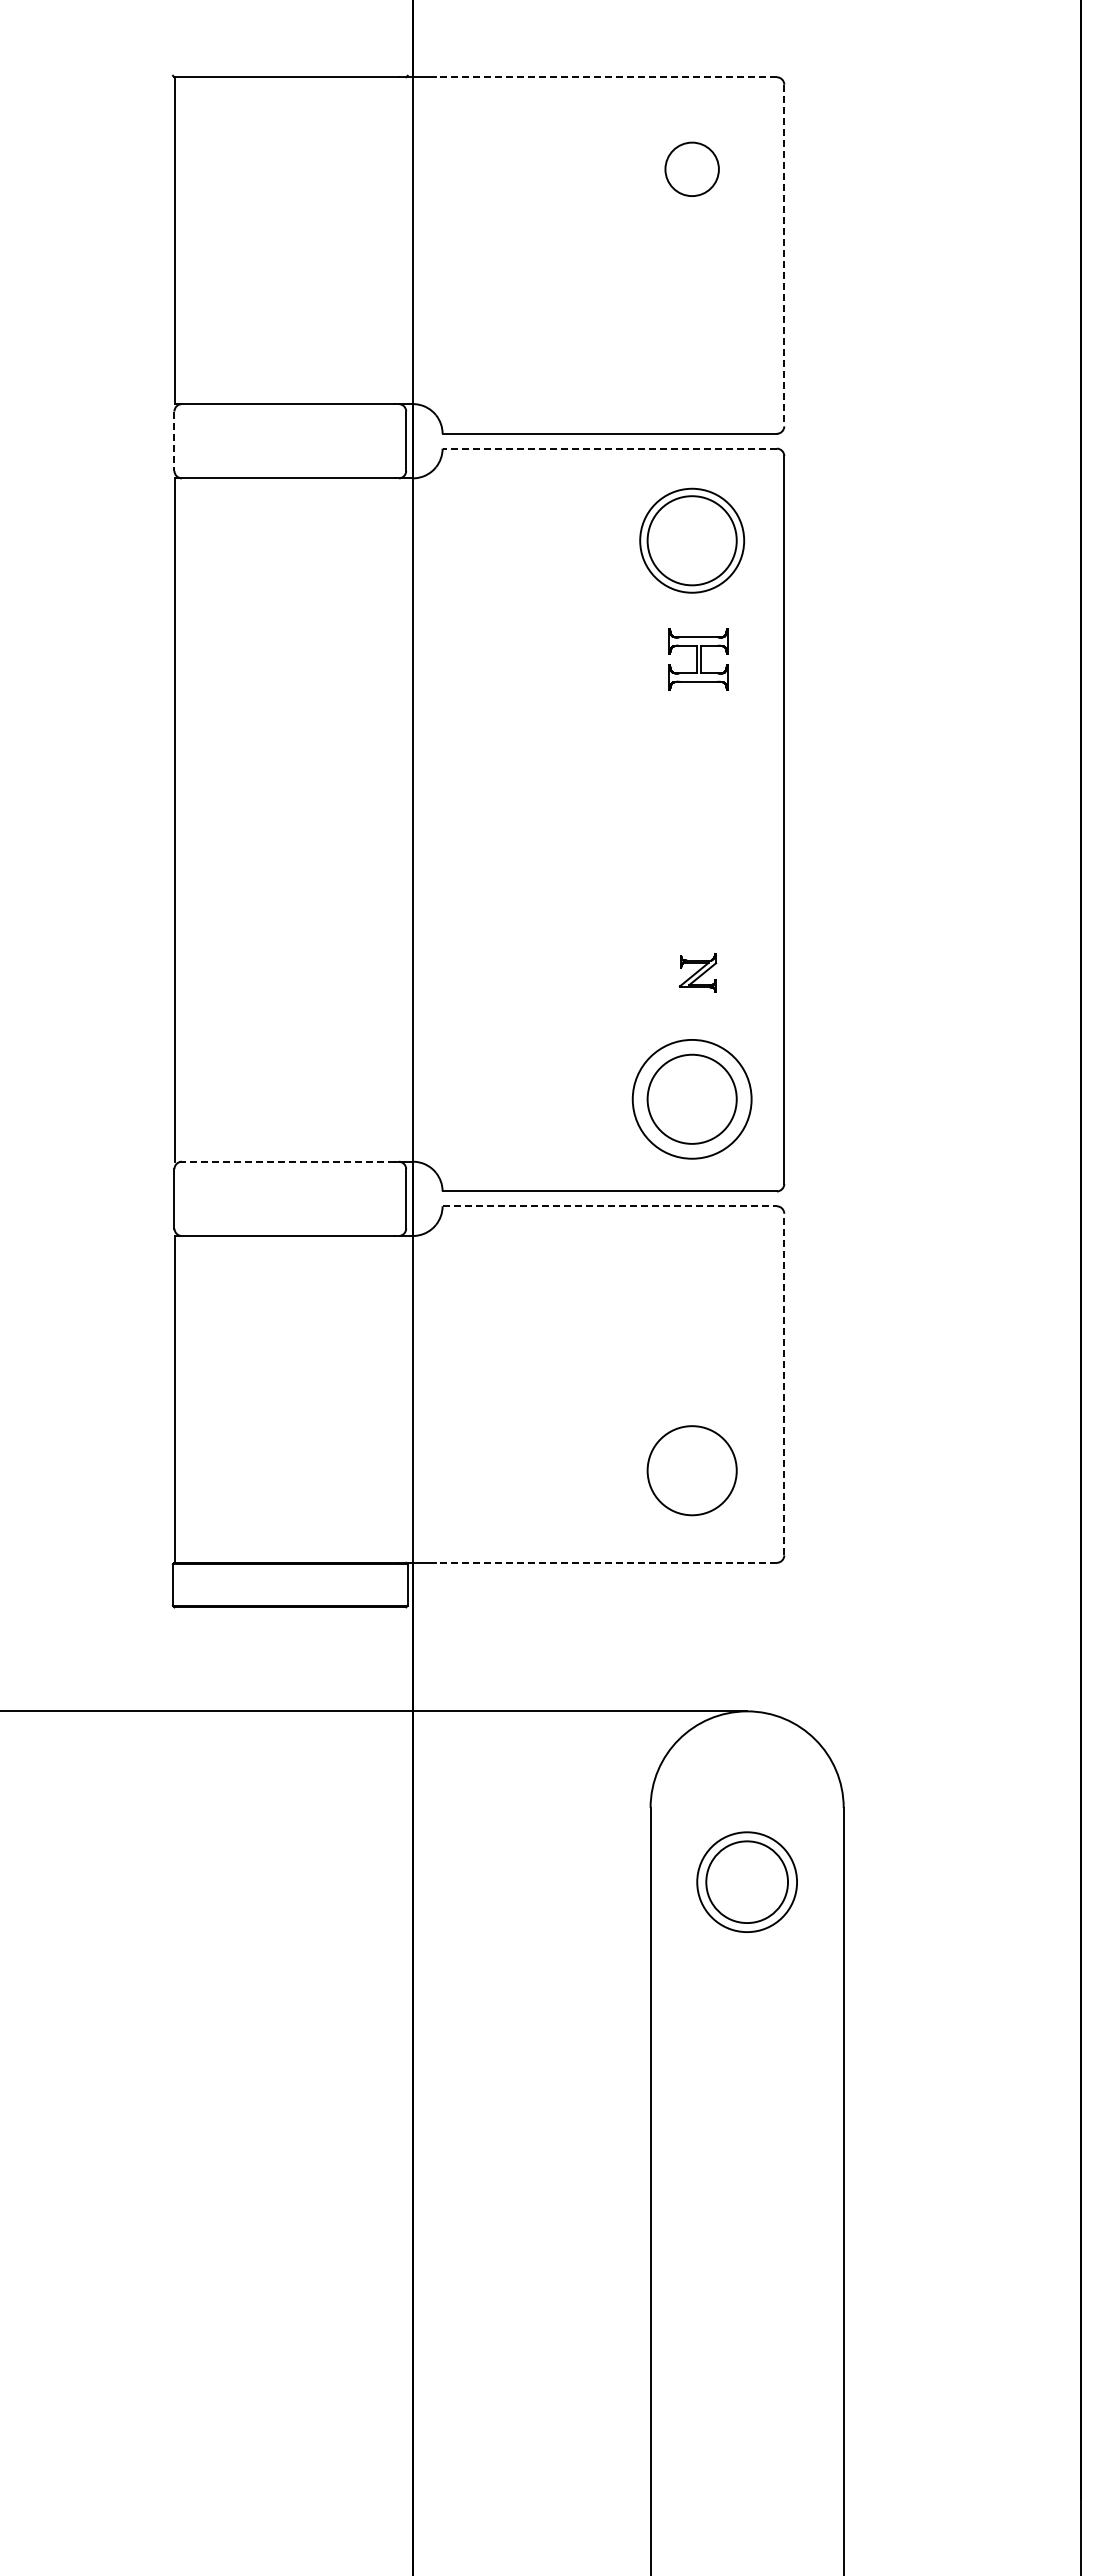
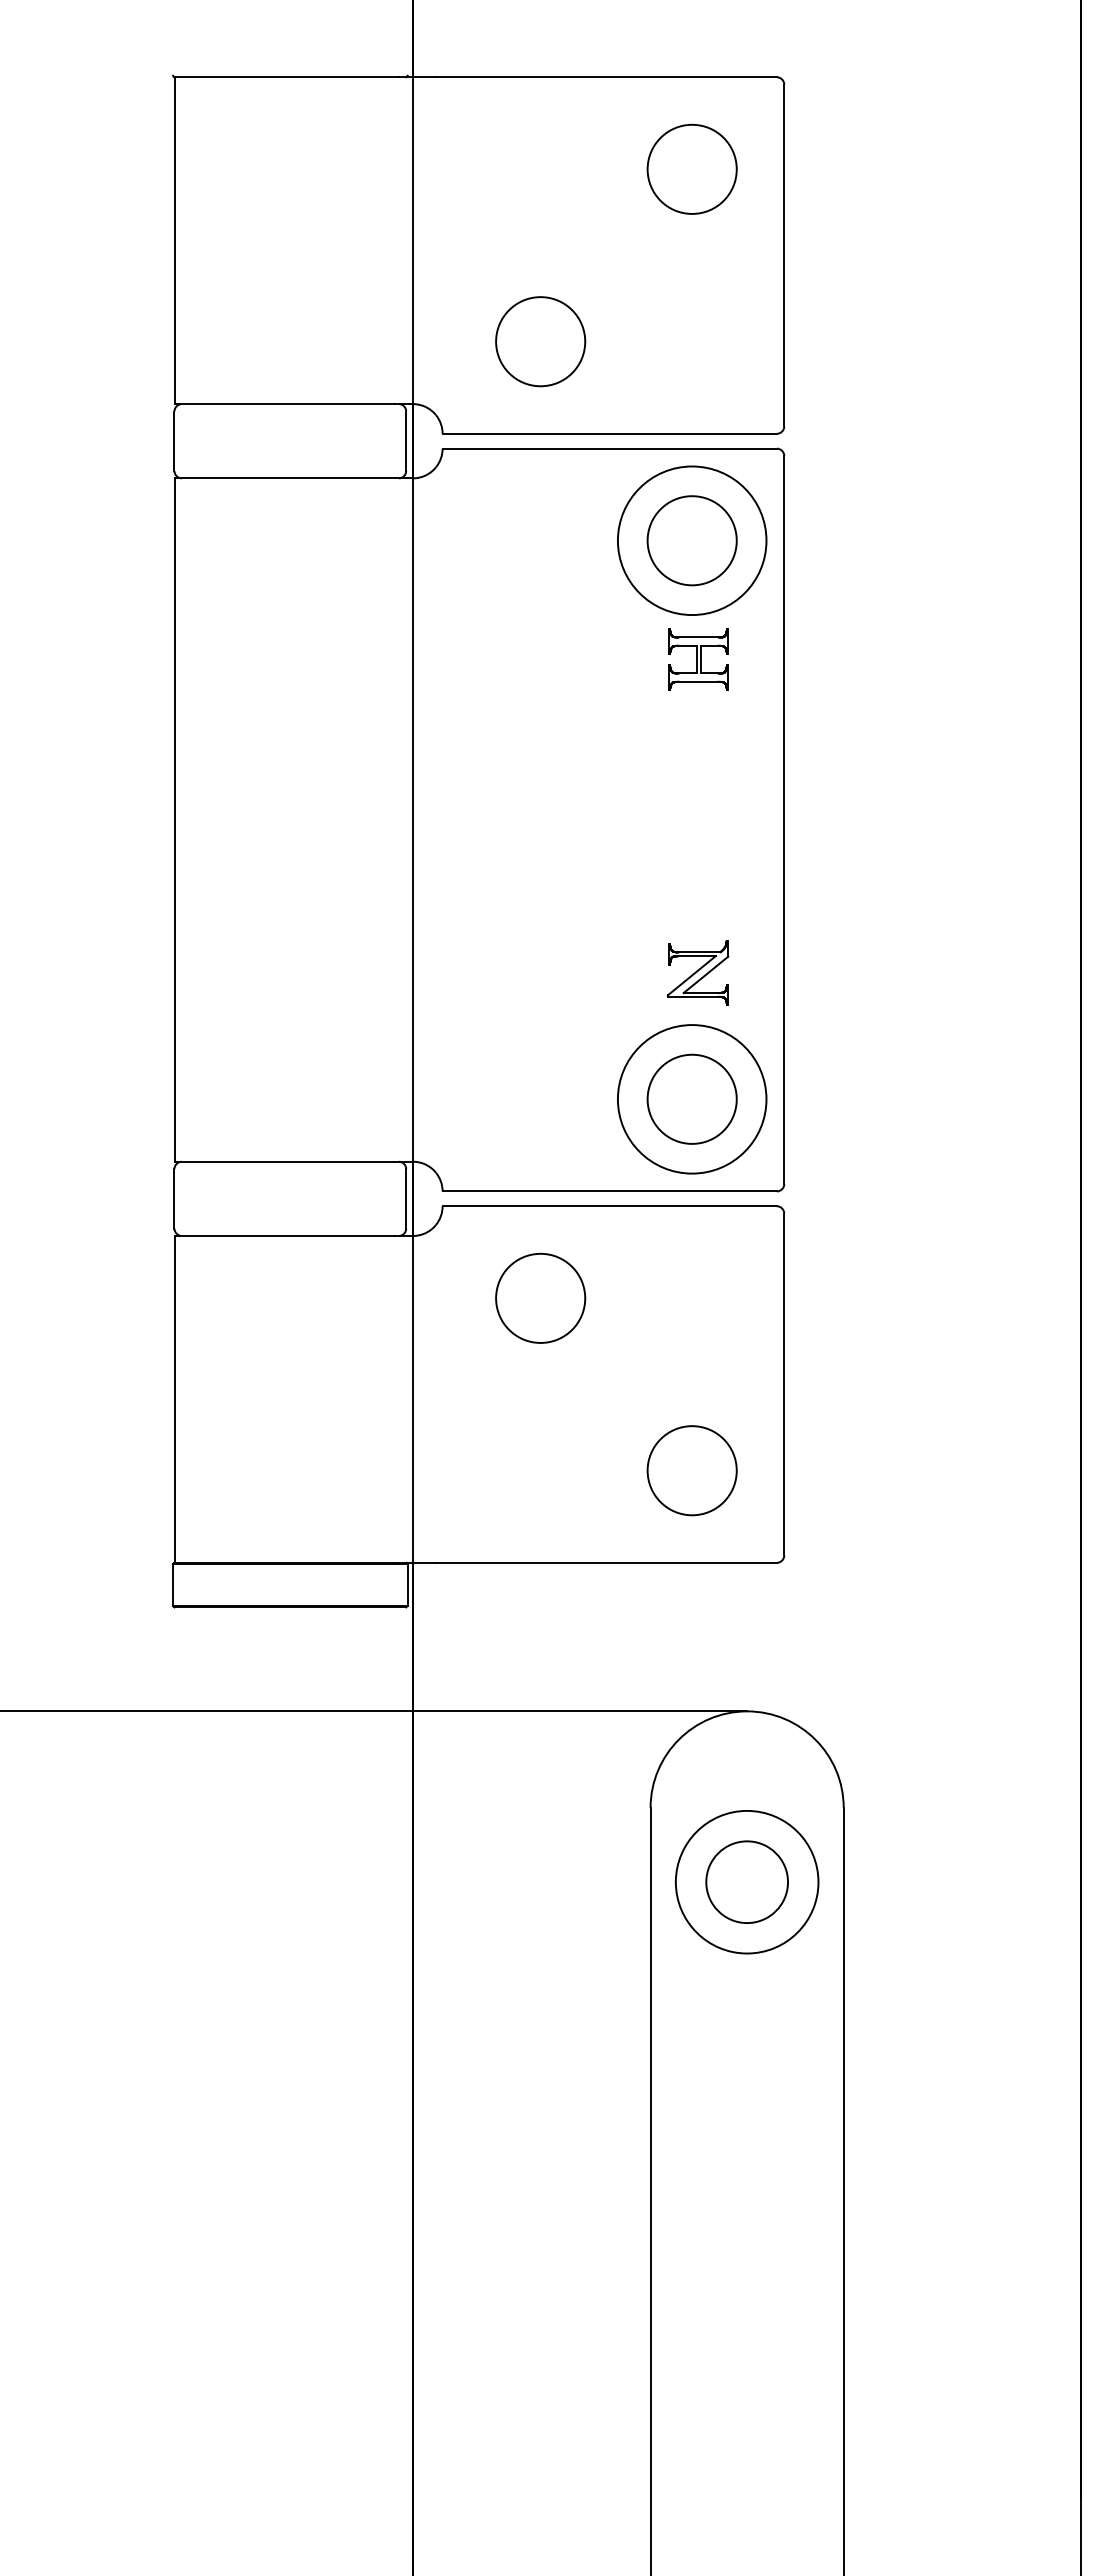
line at (605, 77): dashed -> solid
circle at (691, 169) diameter: 53 px -> 89 px
line at (784, 255): dashed -> solid
circle at (540, 341): none -> present
line at (174, 441): dashed -> solid
line at (609, 448): dashed -> solid
circle at (692, 540) diameter: 104 px -> 149 px
part at (697, 972) size: 40x40 px -> 64x66 px
circle at (691, 1098) diameter: 119 px -> 149 px
line at (284, 1161): dashed -> solid
line at (610, 1206): dashed -> solid
circle at (540, 1297): none -> present
line at (784, 1384): dashed -> solid
line at (605, 1562): dashed -> solid
circle at (747, 1882) diameter: 100 px -> 143 px
